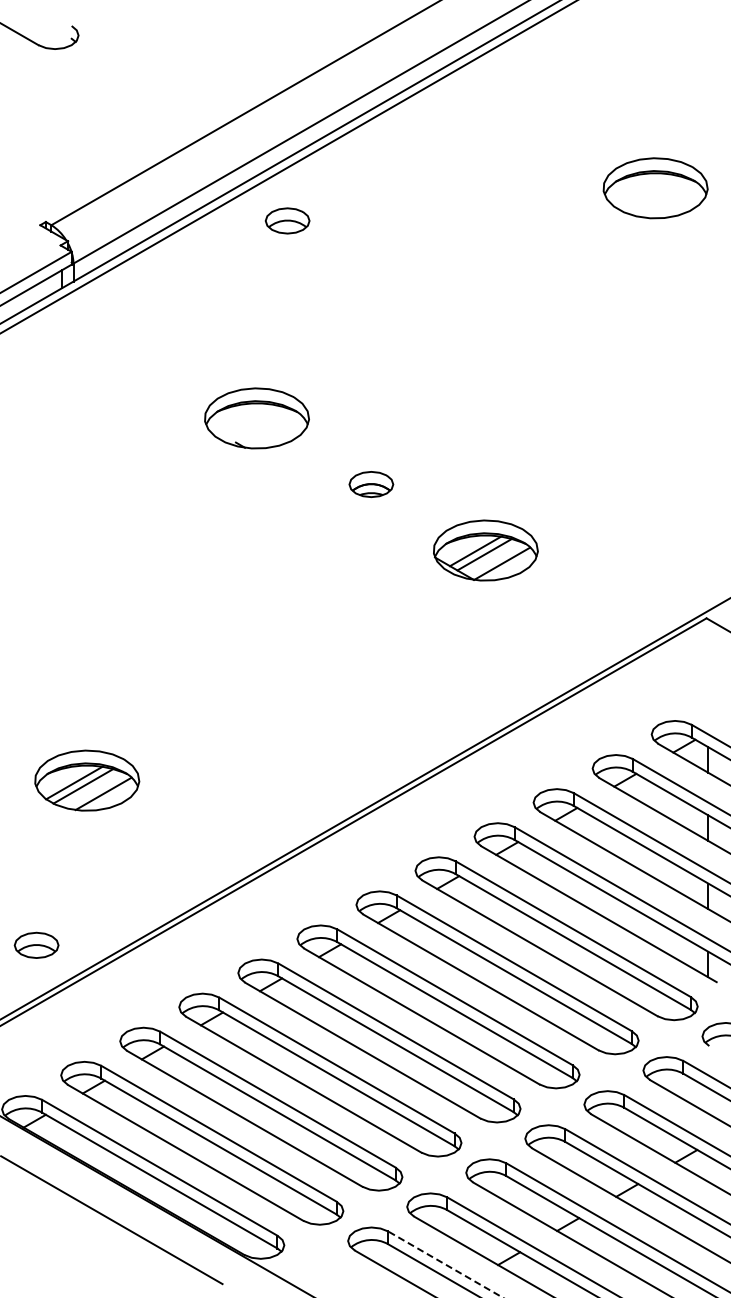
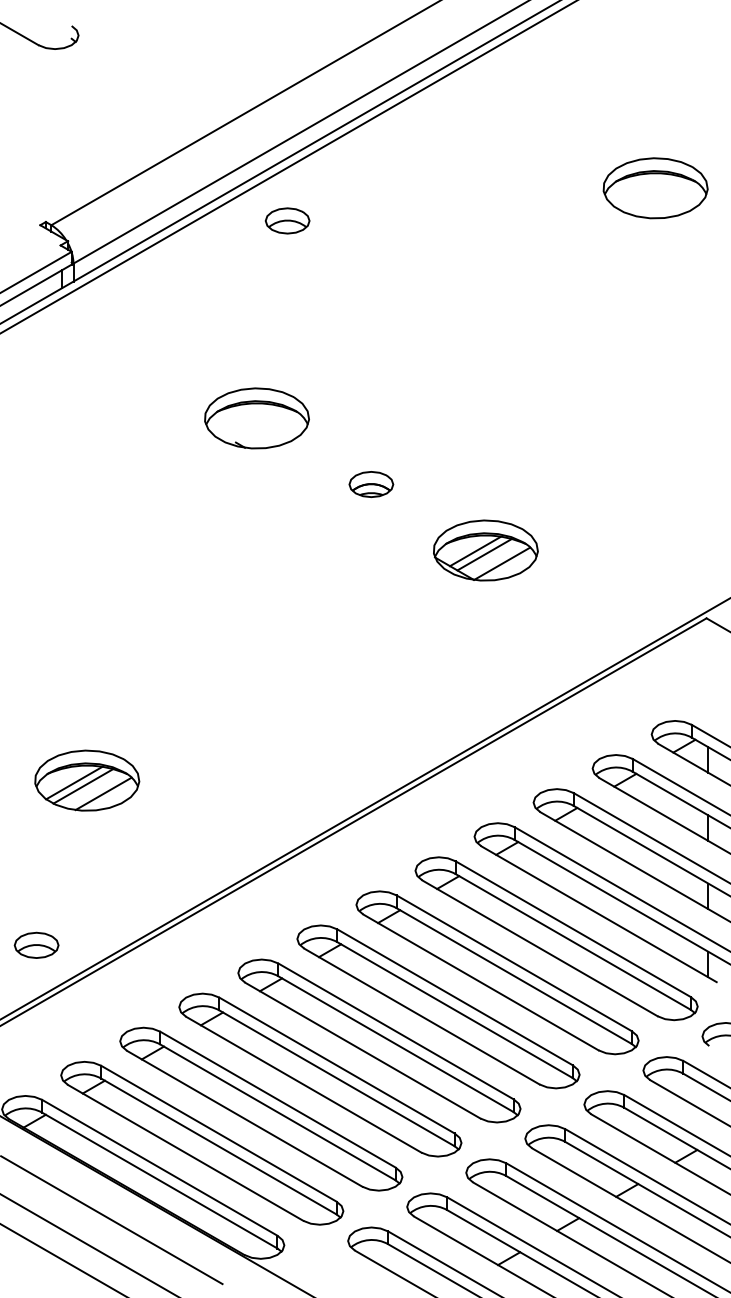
line at (88, 1244): none -> present
line at (62, 1259): none -> present
line at (445, 1264): dashed -> solid
